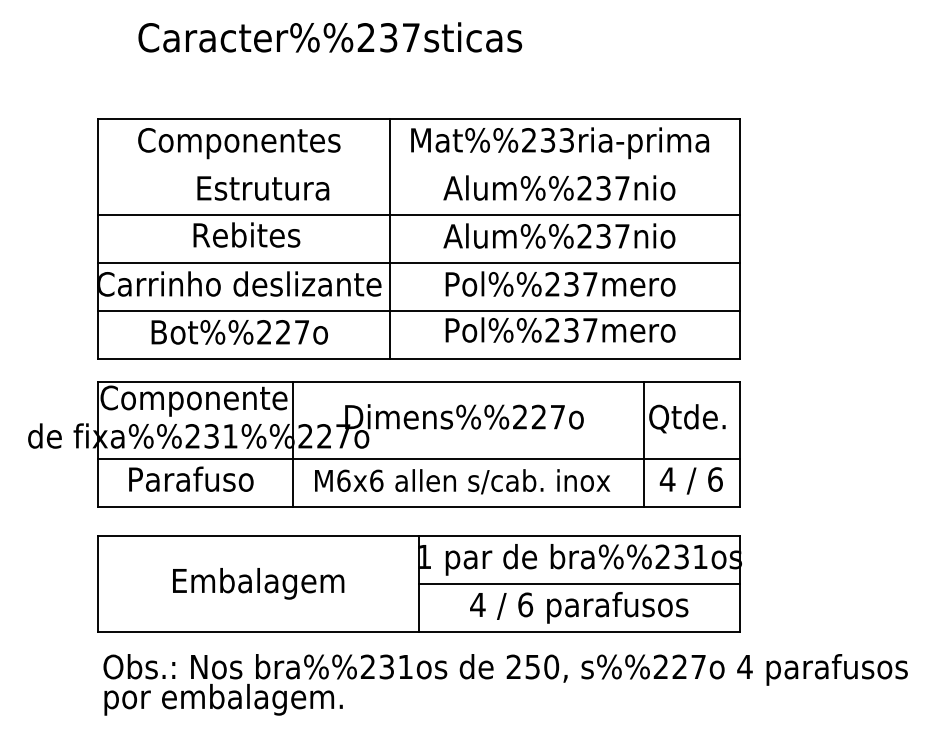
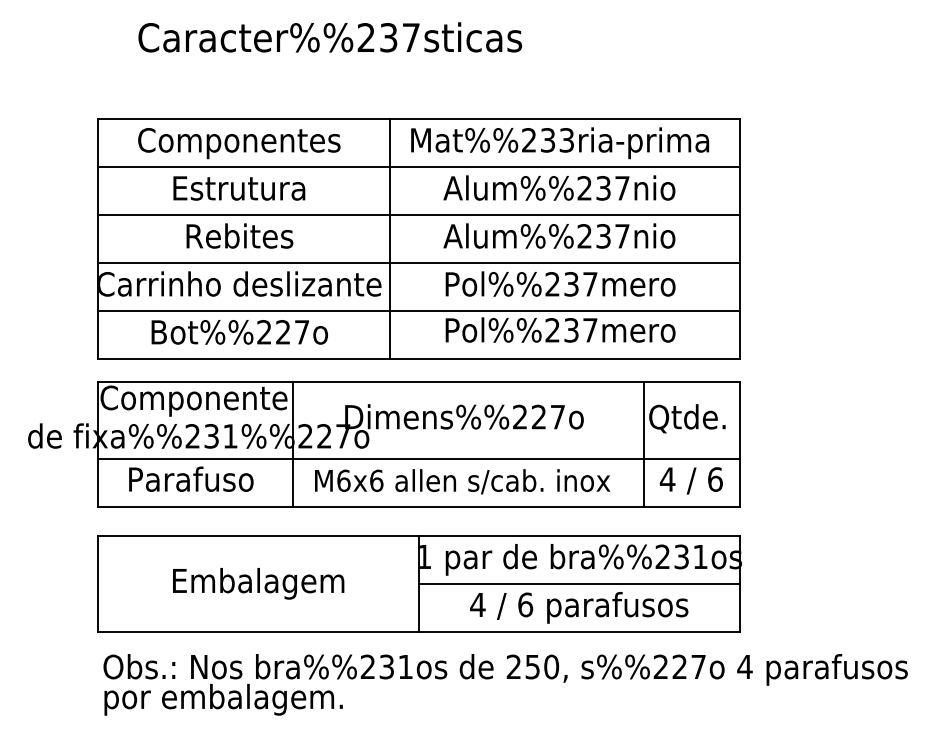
line at (418, 167): none -> present
text at (263, 188) position: (263, 188) -> (239, 188)
text at (246, 234) position: (246, 234) -> (239, 235)
